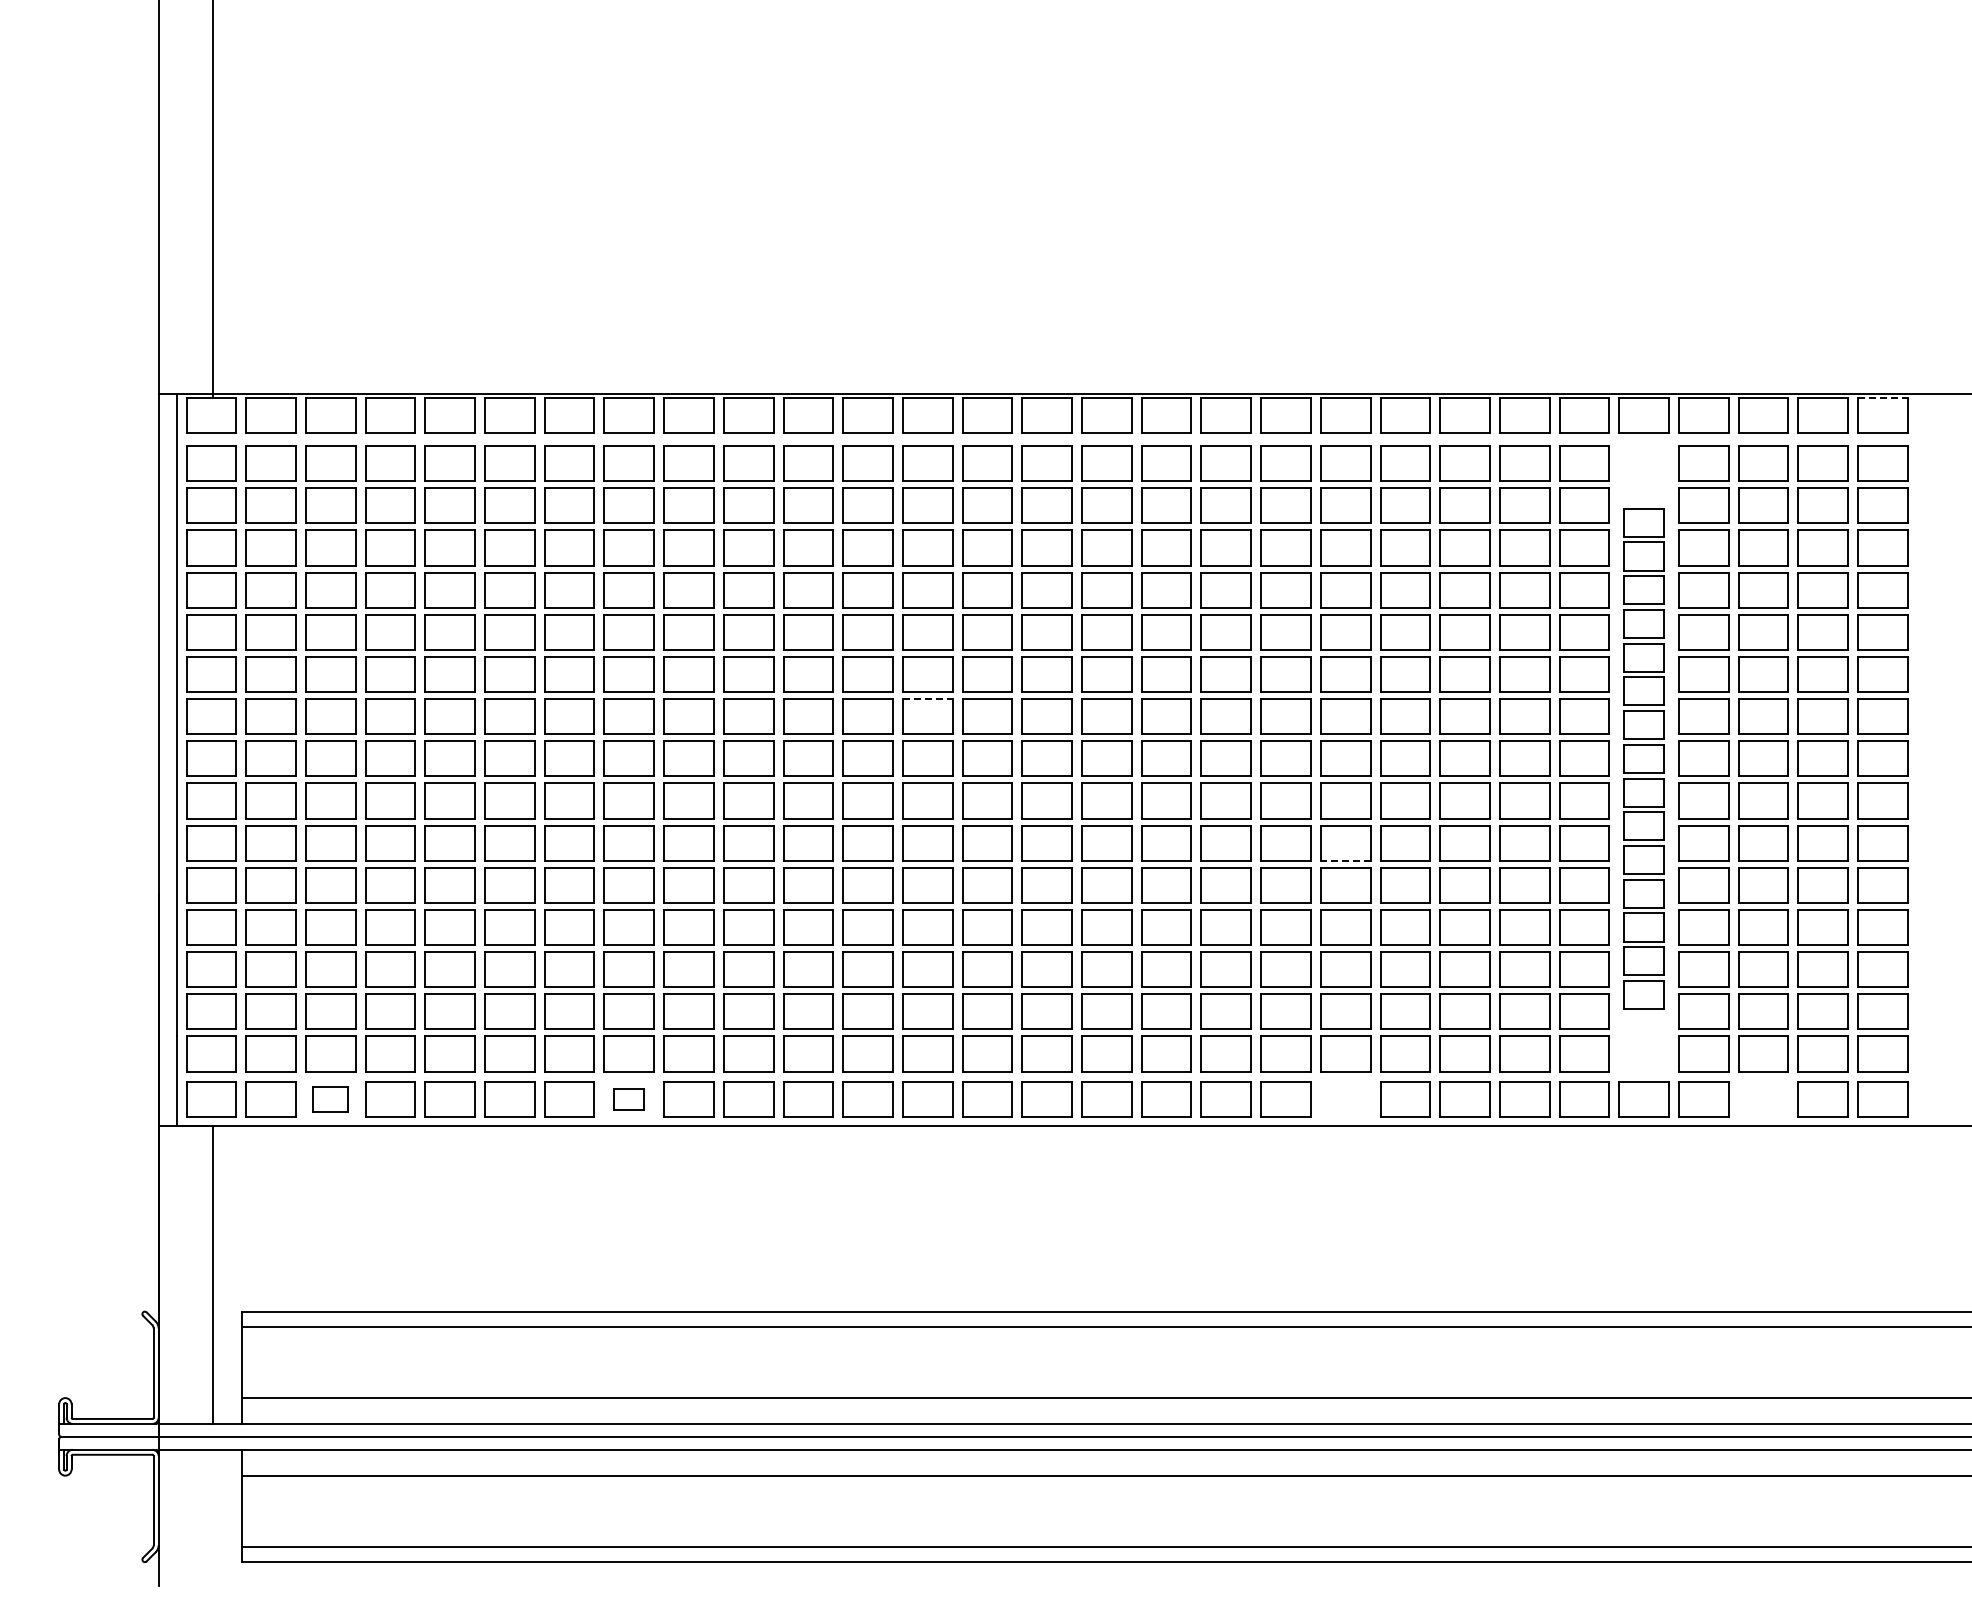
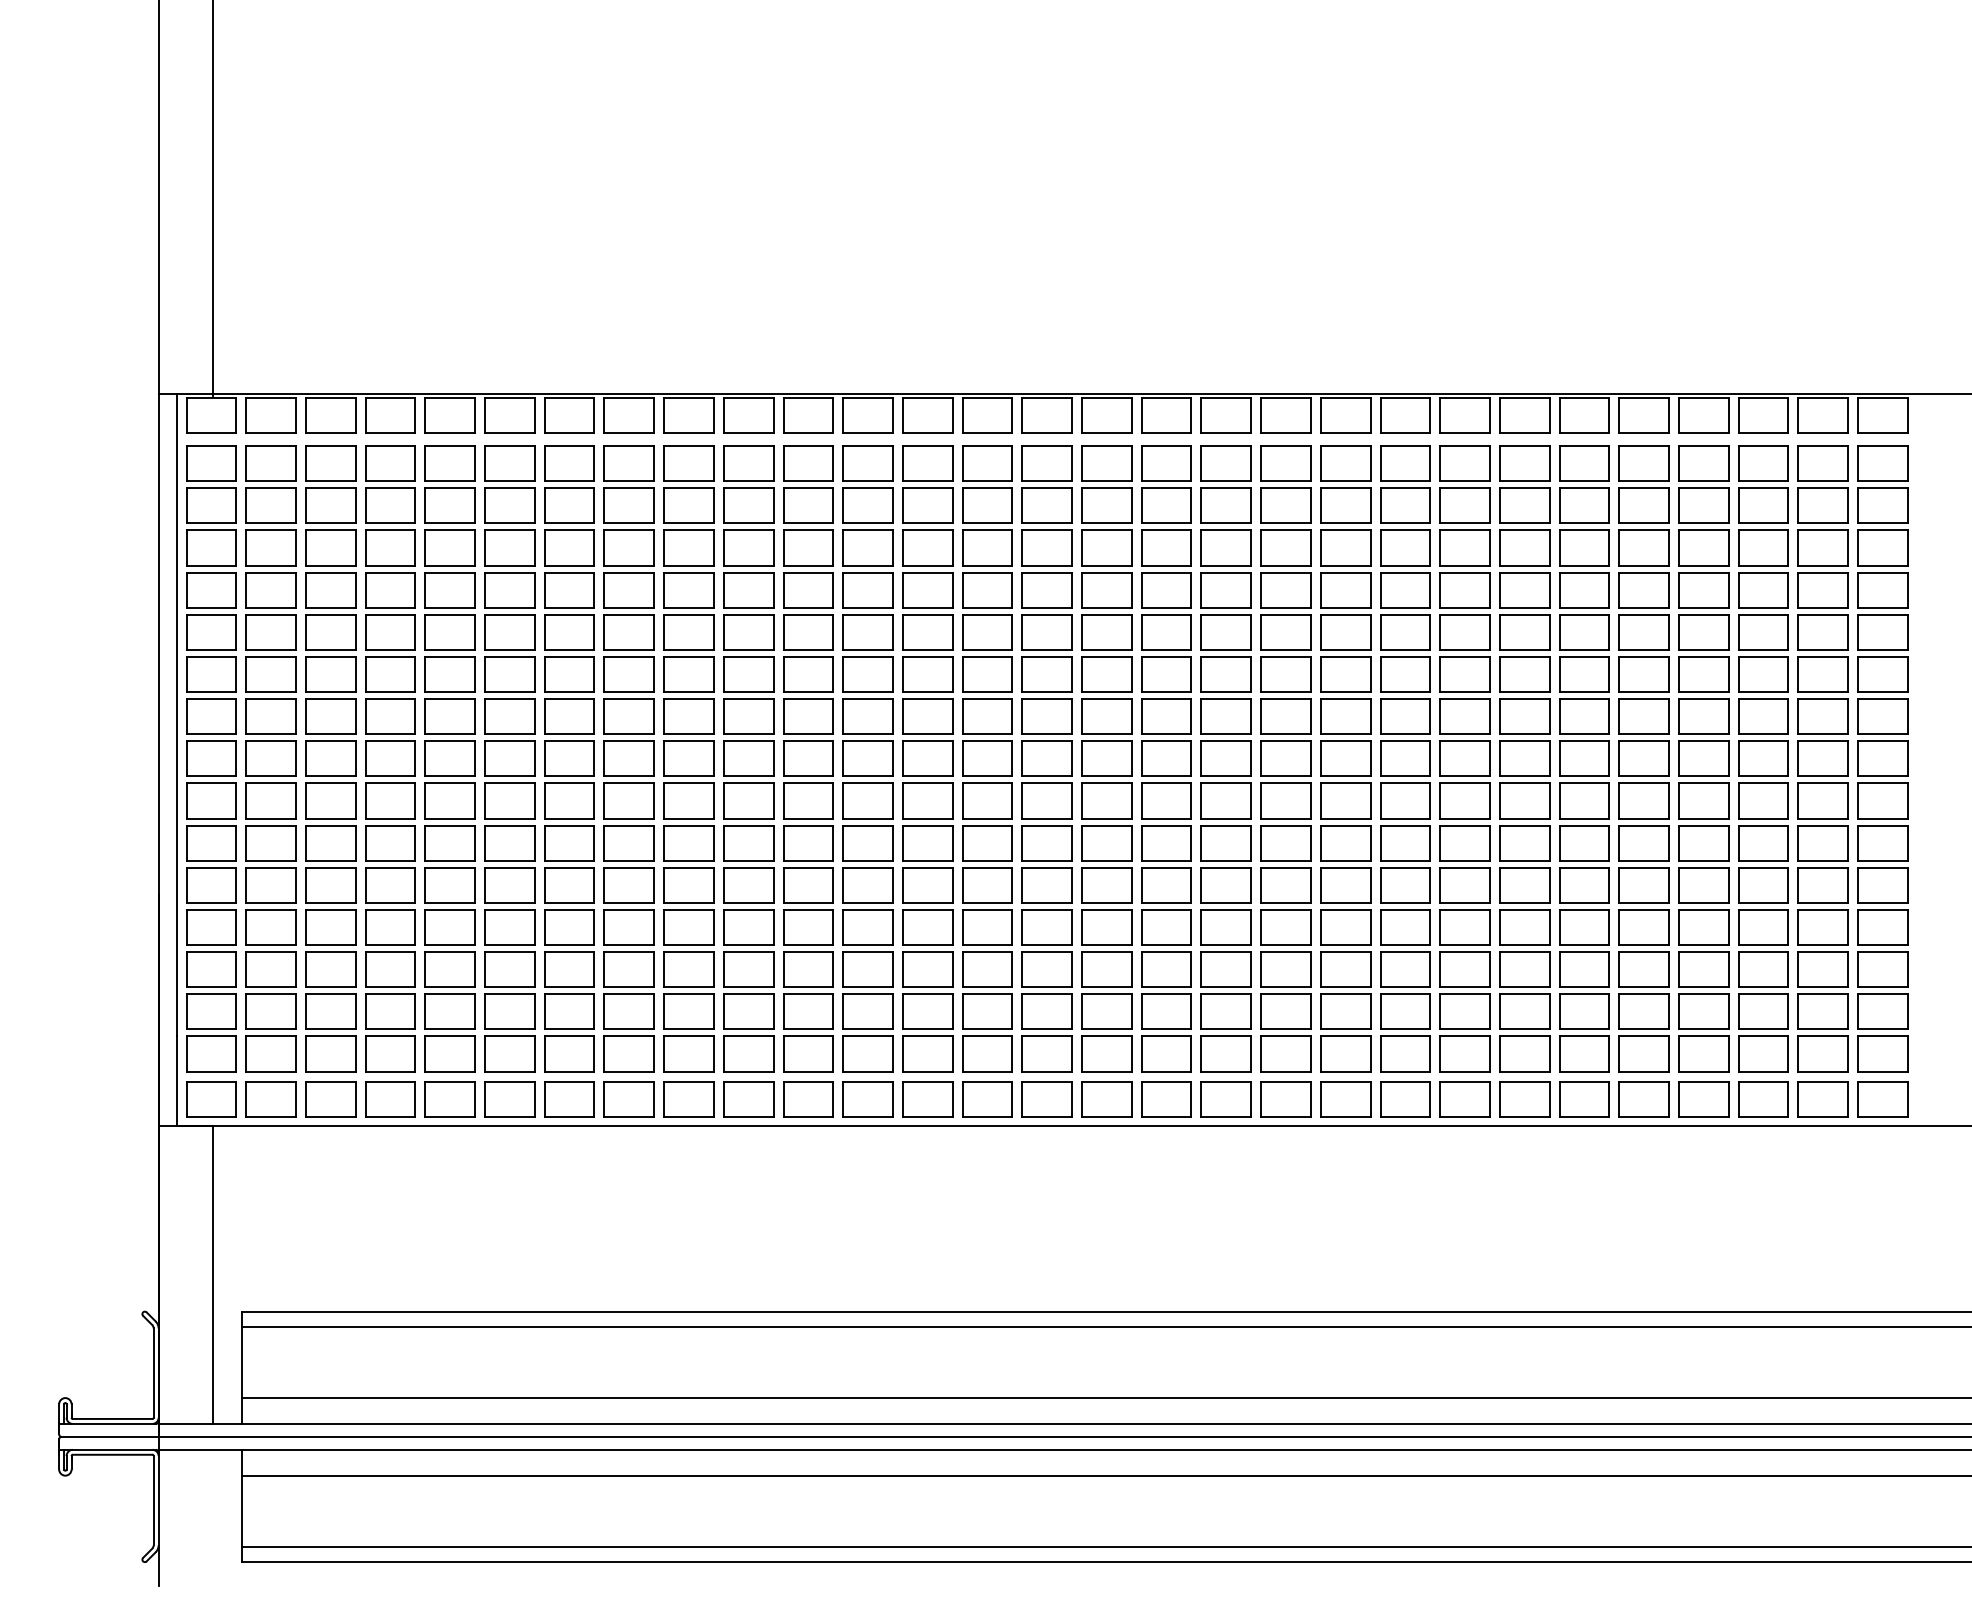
line at (1882, 398): dashed -> solid
line at (927, 699): dashed -> solid
part at (1643, 758) size: 42x502 px -> 52x628 px
line at (1345, 860): dashed -> solid
part at (330, 1099) size: 37x27 px -> 52x37 px
part at (628, 1099) size: 32x23 px -> 52x37 px
part at (1345, 1099): none -> present
part at (1763, 1099): none -> present
